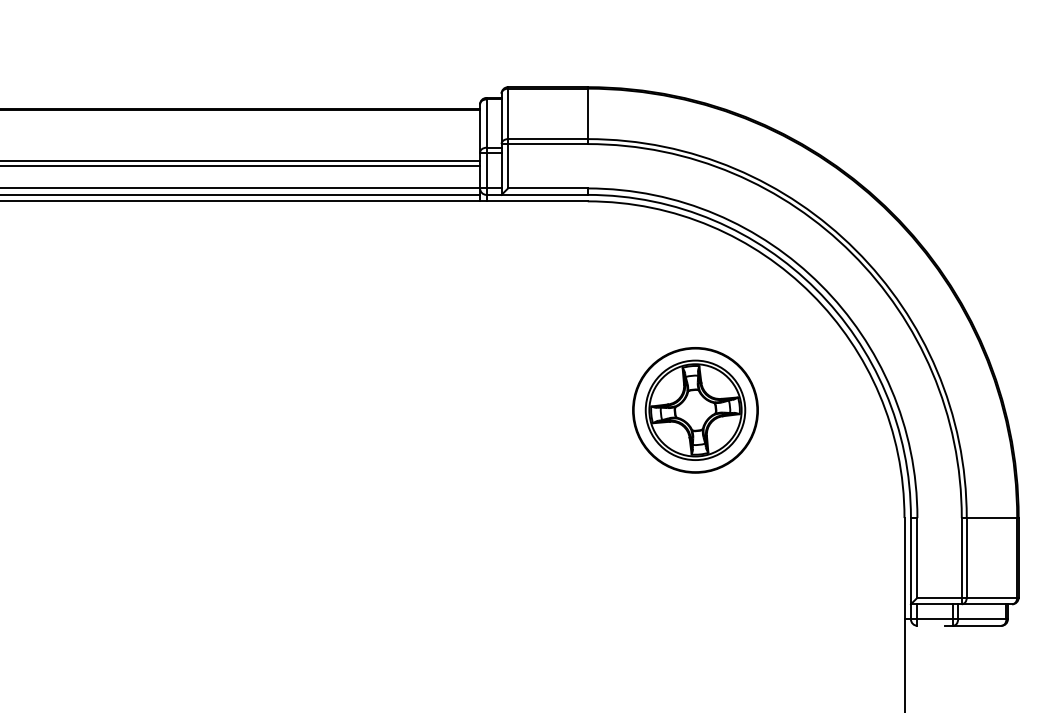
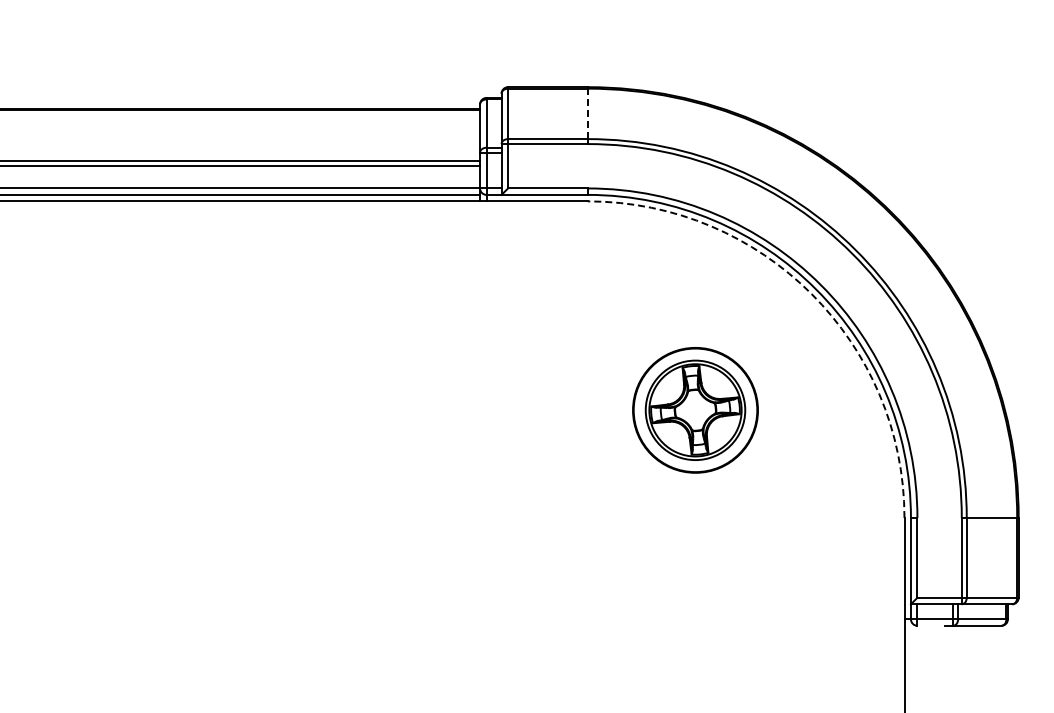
line at (587, 113): solid -> dashed
arc at (811, 294): solid -> dashed
